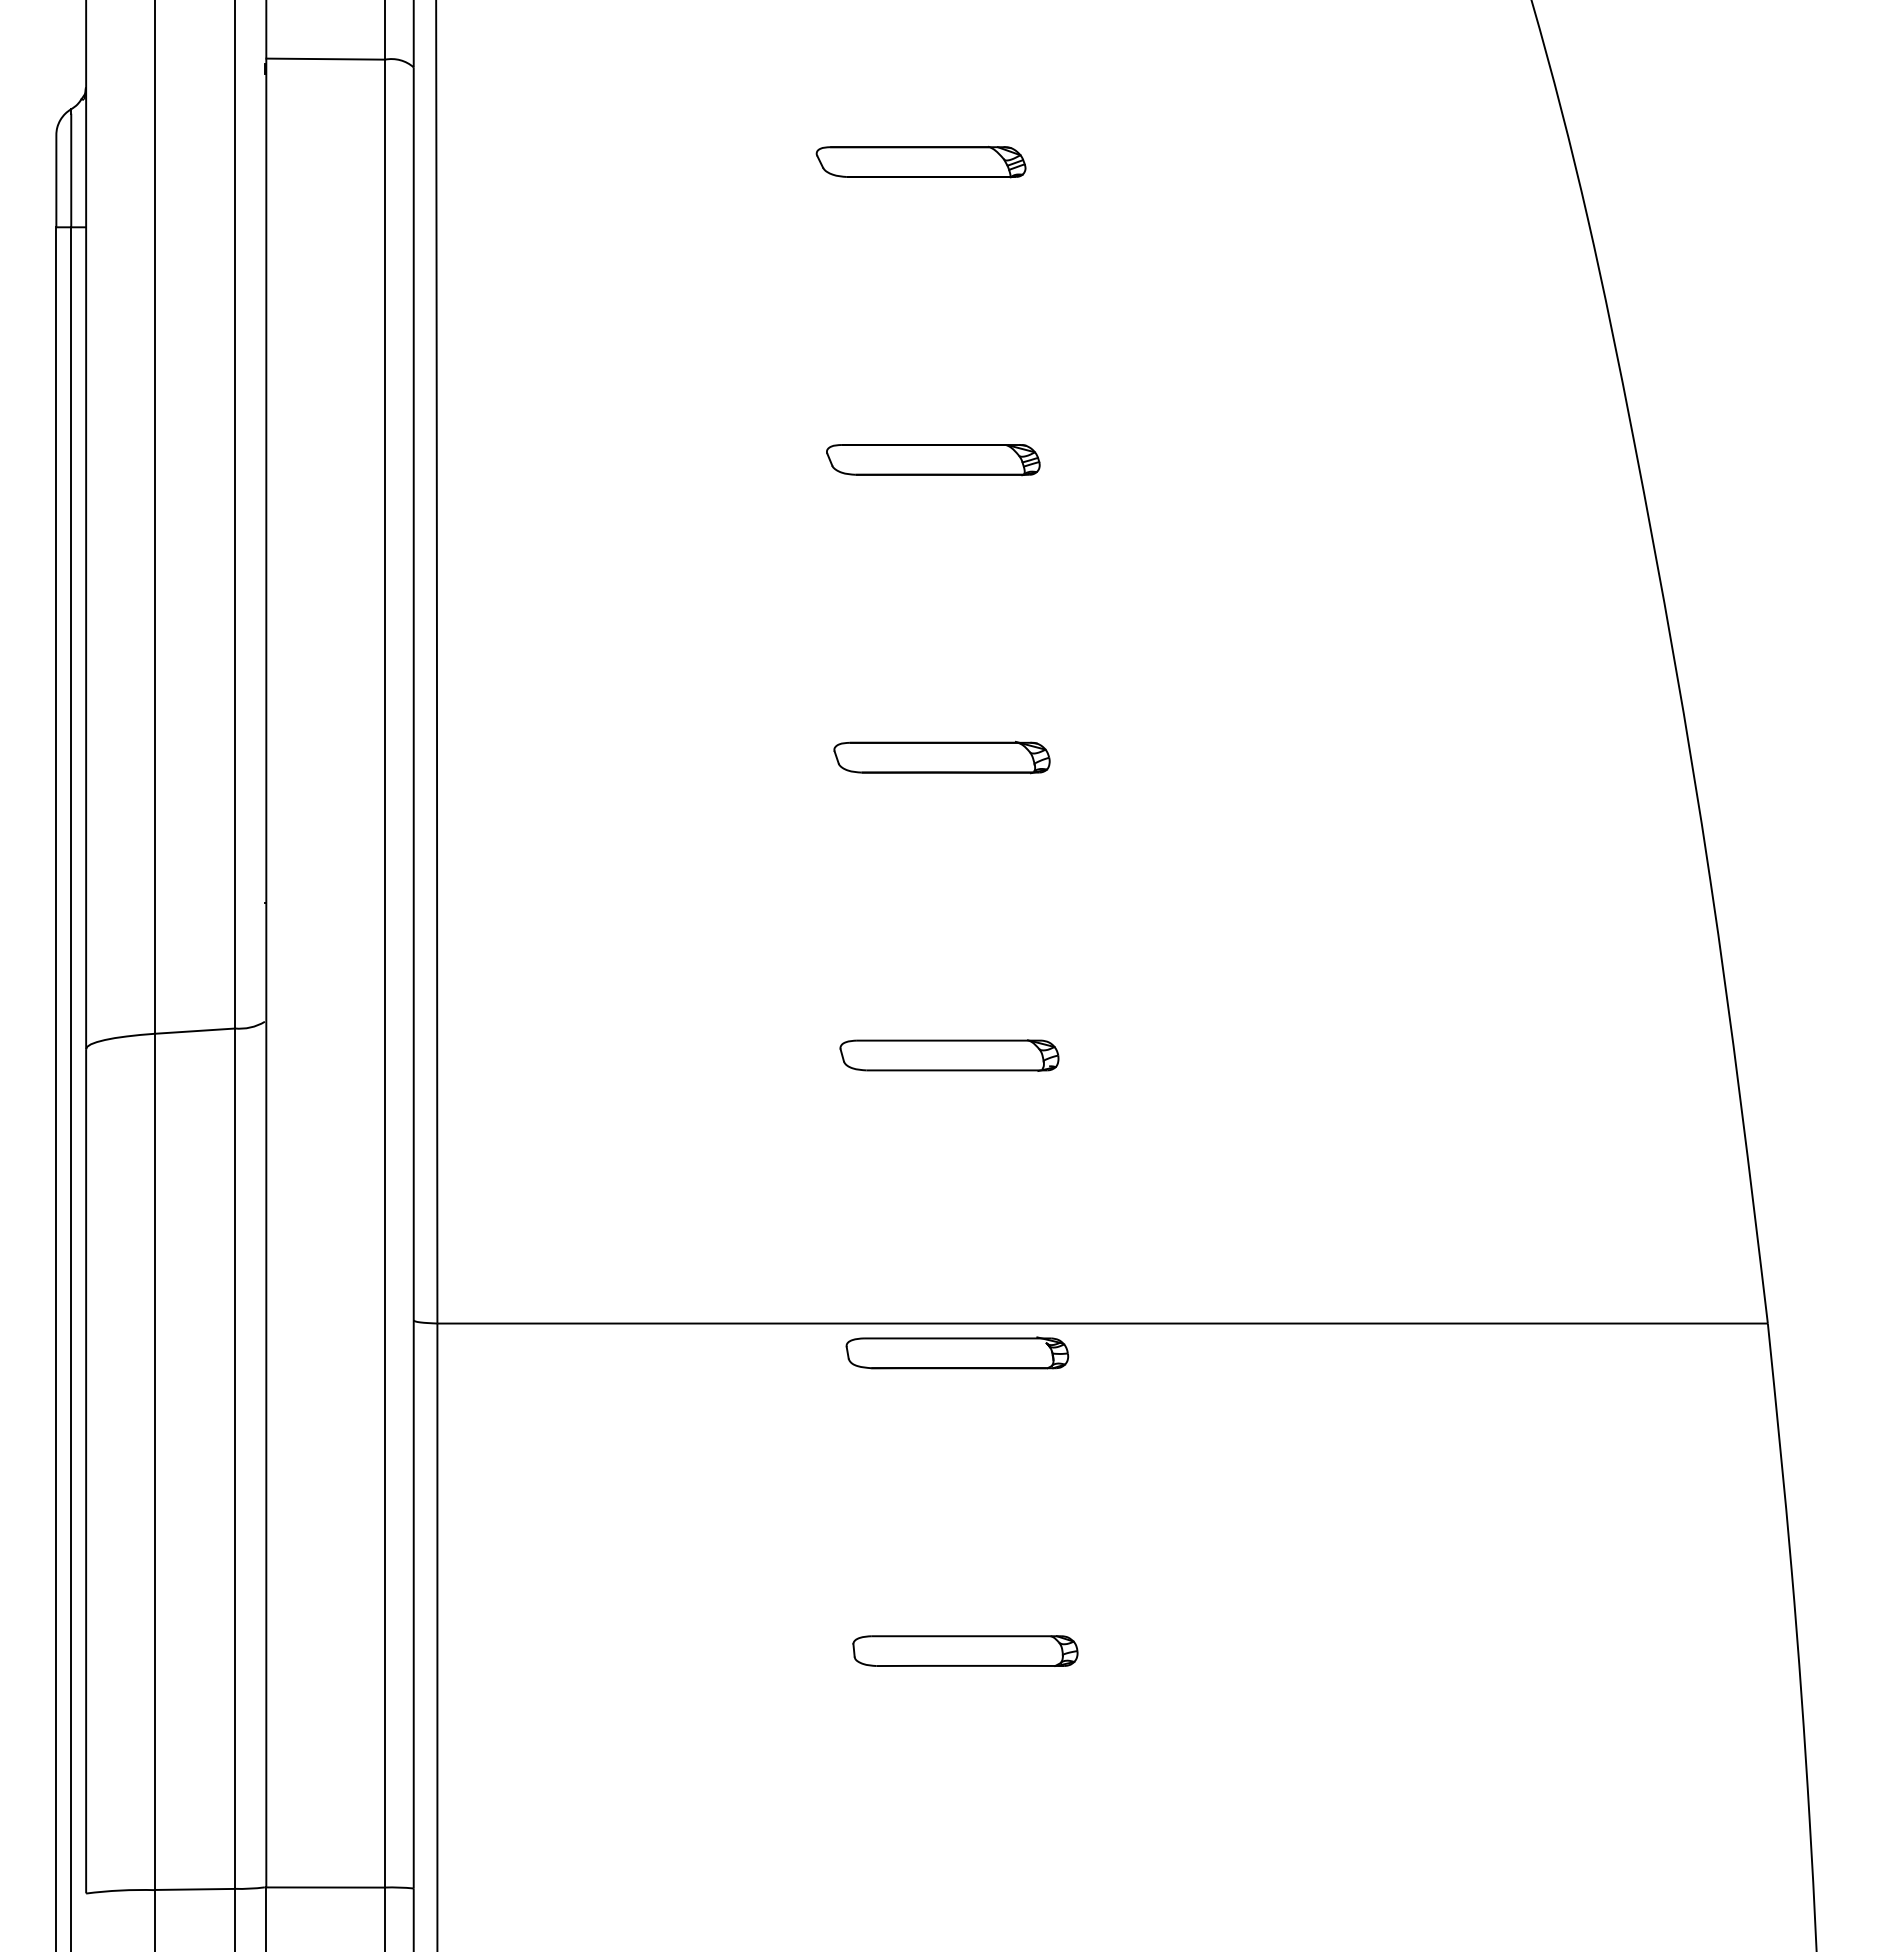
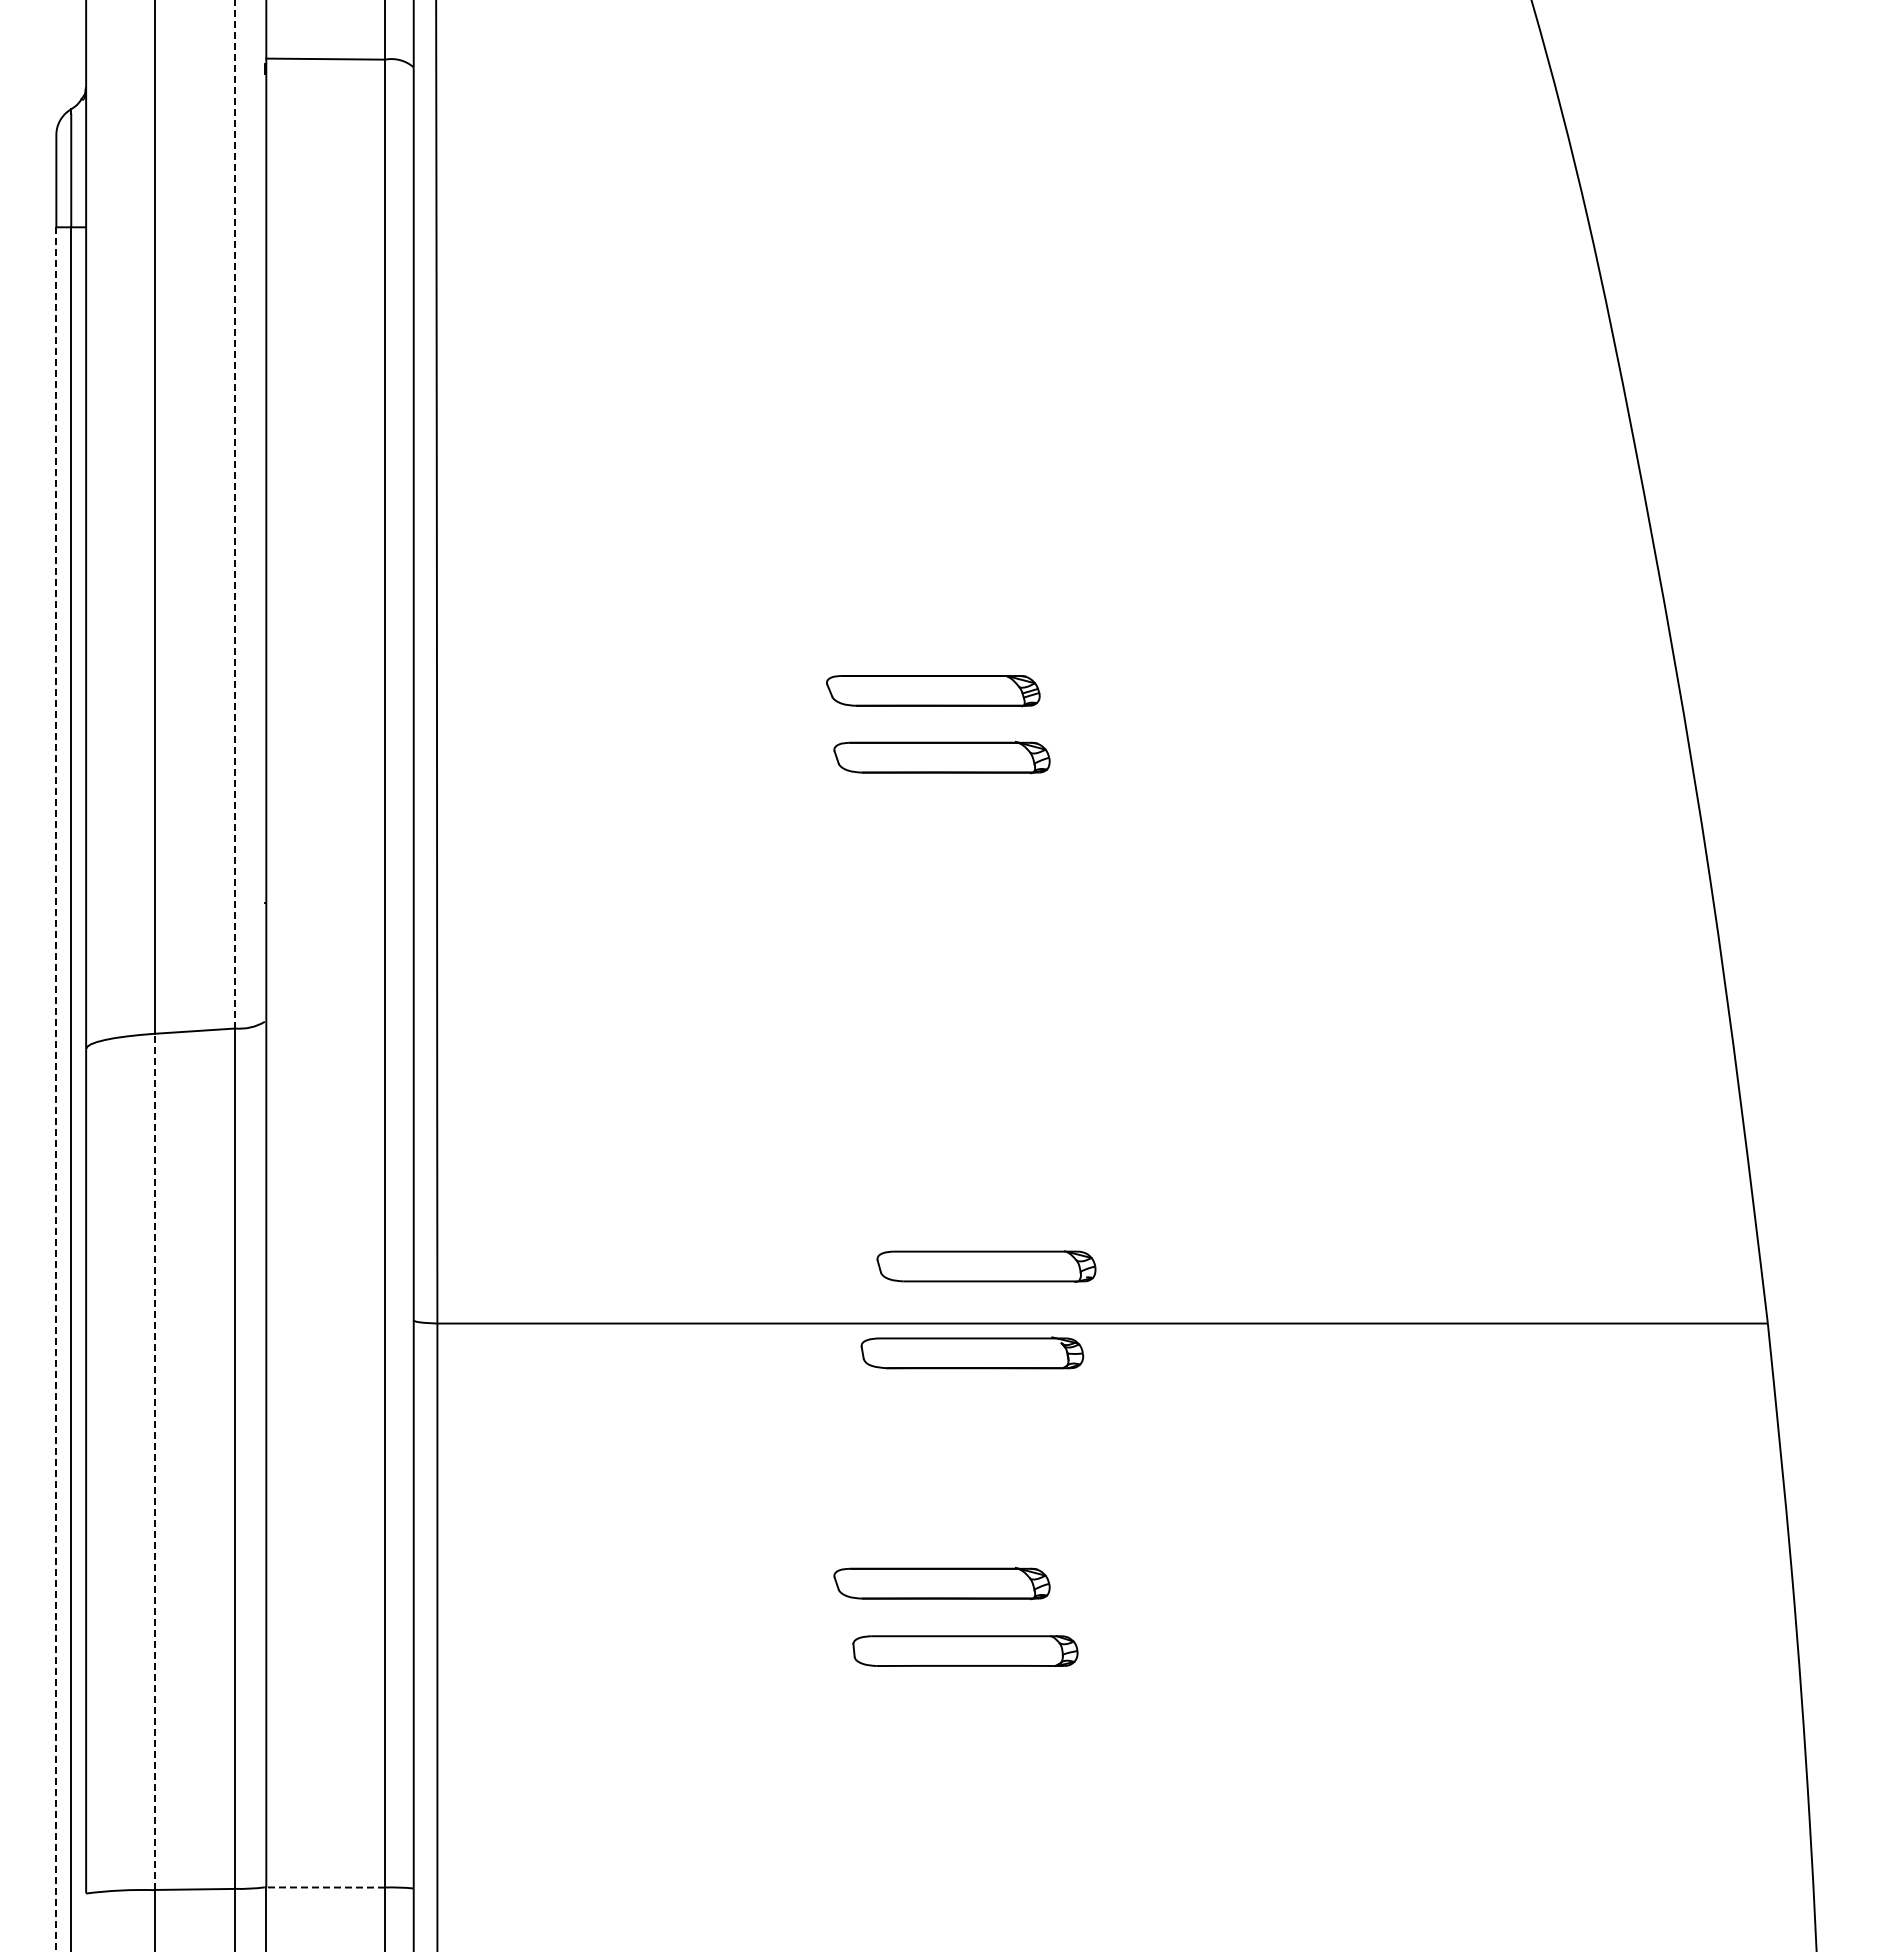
part at (920, 161): present -> none
part at (933, 460) position: (933, 460) -> (933, 691)
line at (234, 514): solid -> dashed
part at (949, 1055) position: (949, 1055) -> (986, 1266)
line at (56, 1089): solid -> dashed
part at (957, 1352) position: (957, 1352) -> (972, 1352)
line at (154, 1461): solid -> dashed
part at (941, 1583): none -> present
line at (325, 1887): solid -> dashed
